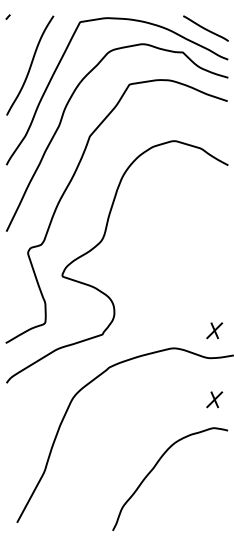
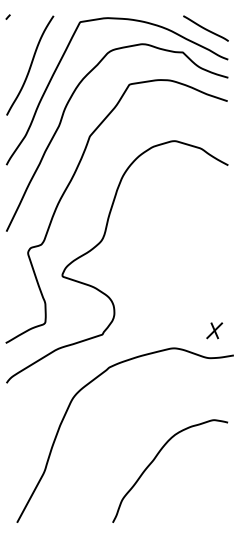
part at (214, 399): present -> none
curve at (155, 467) position: (155, 467) -> (155, 459)
